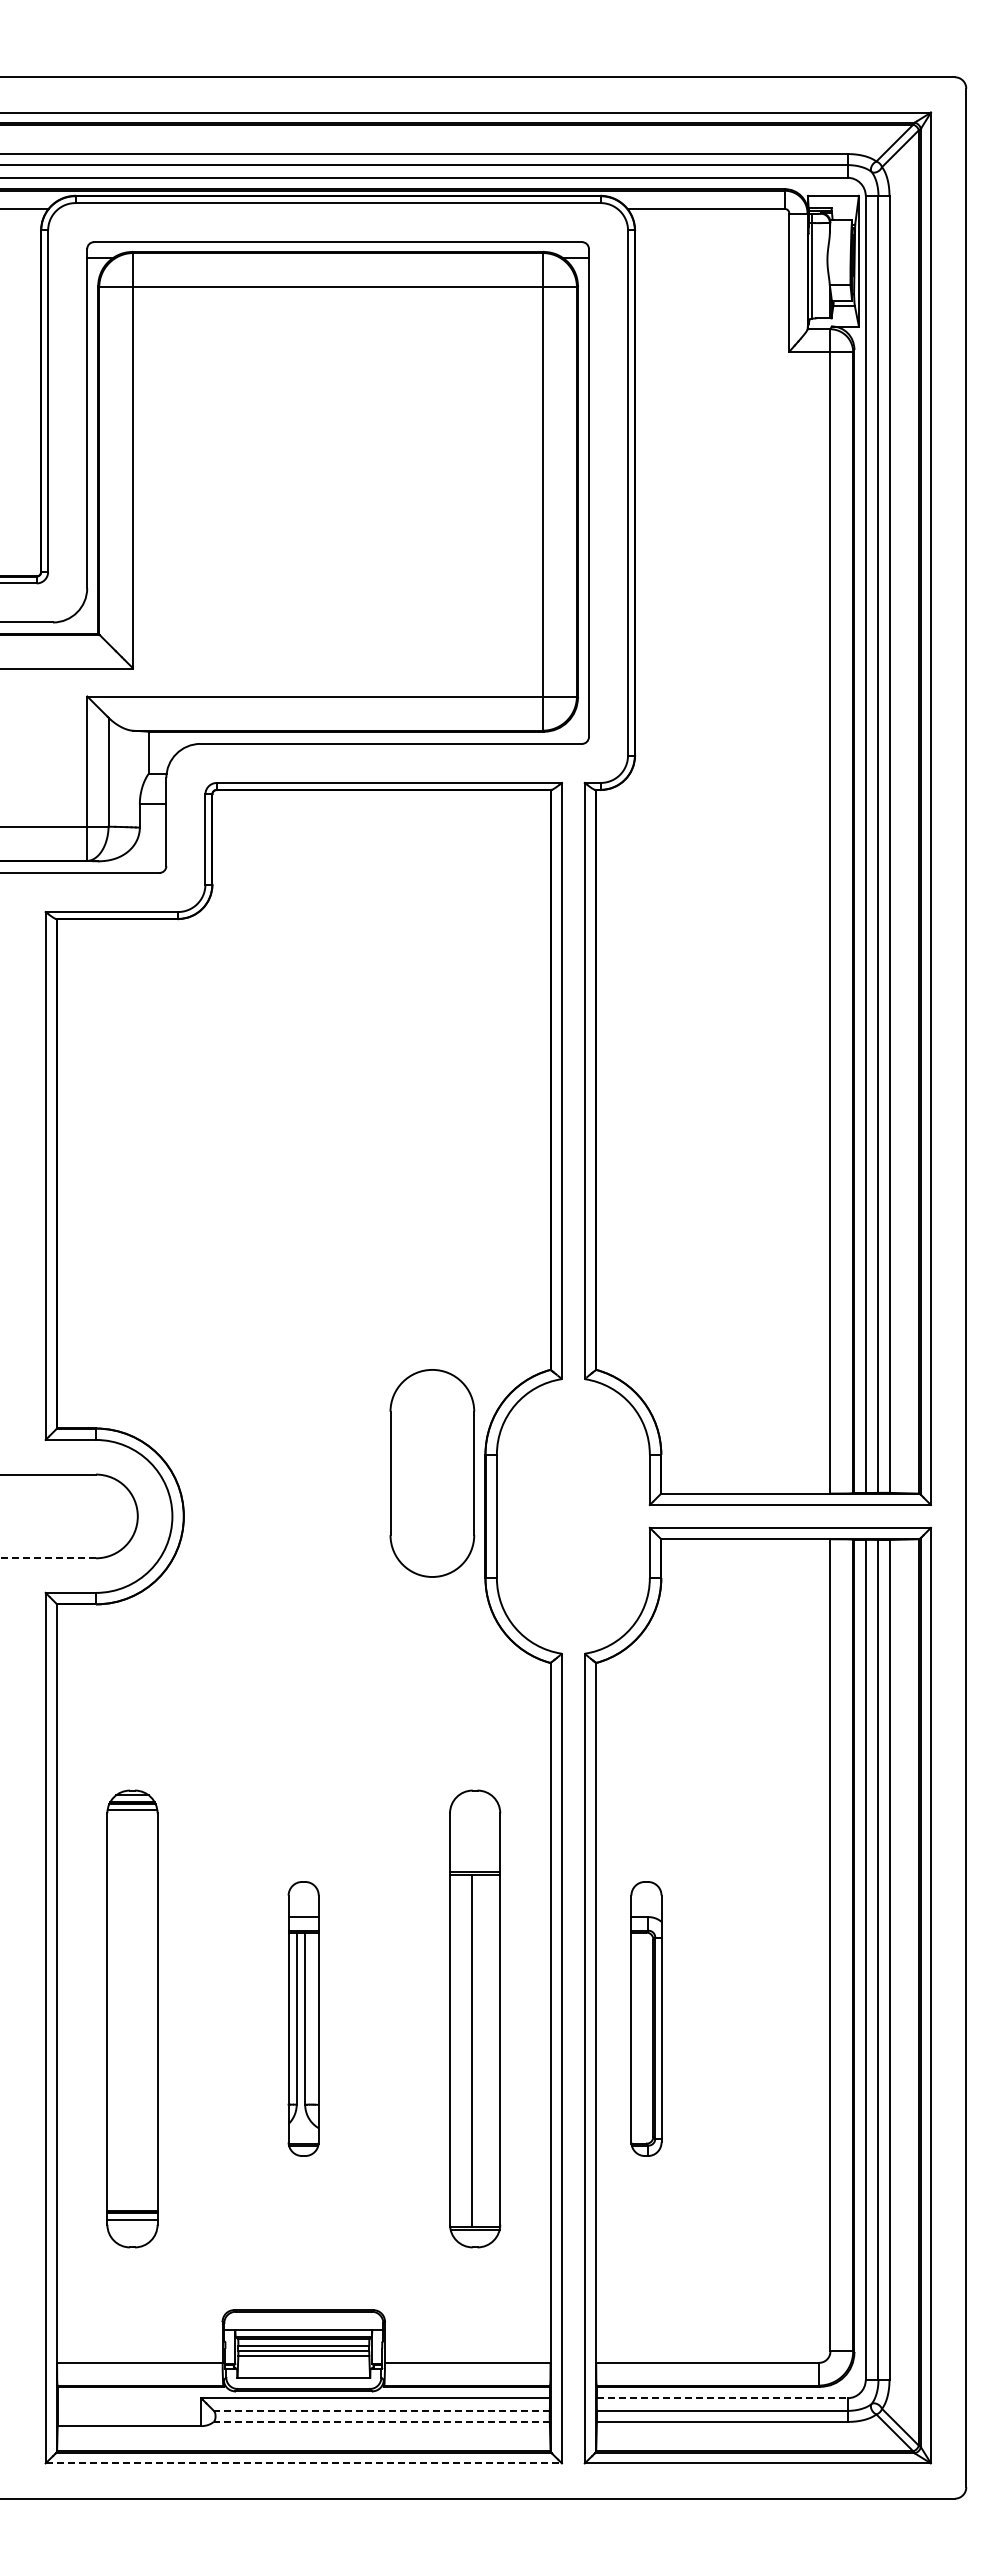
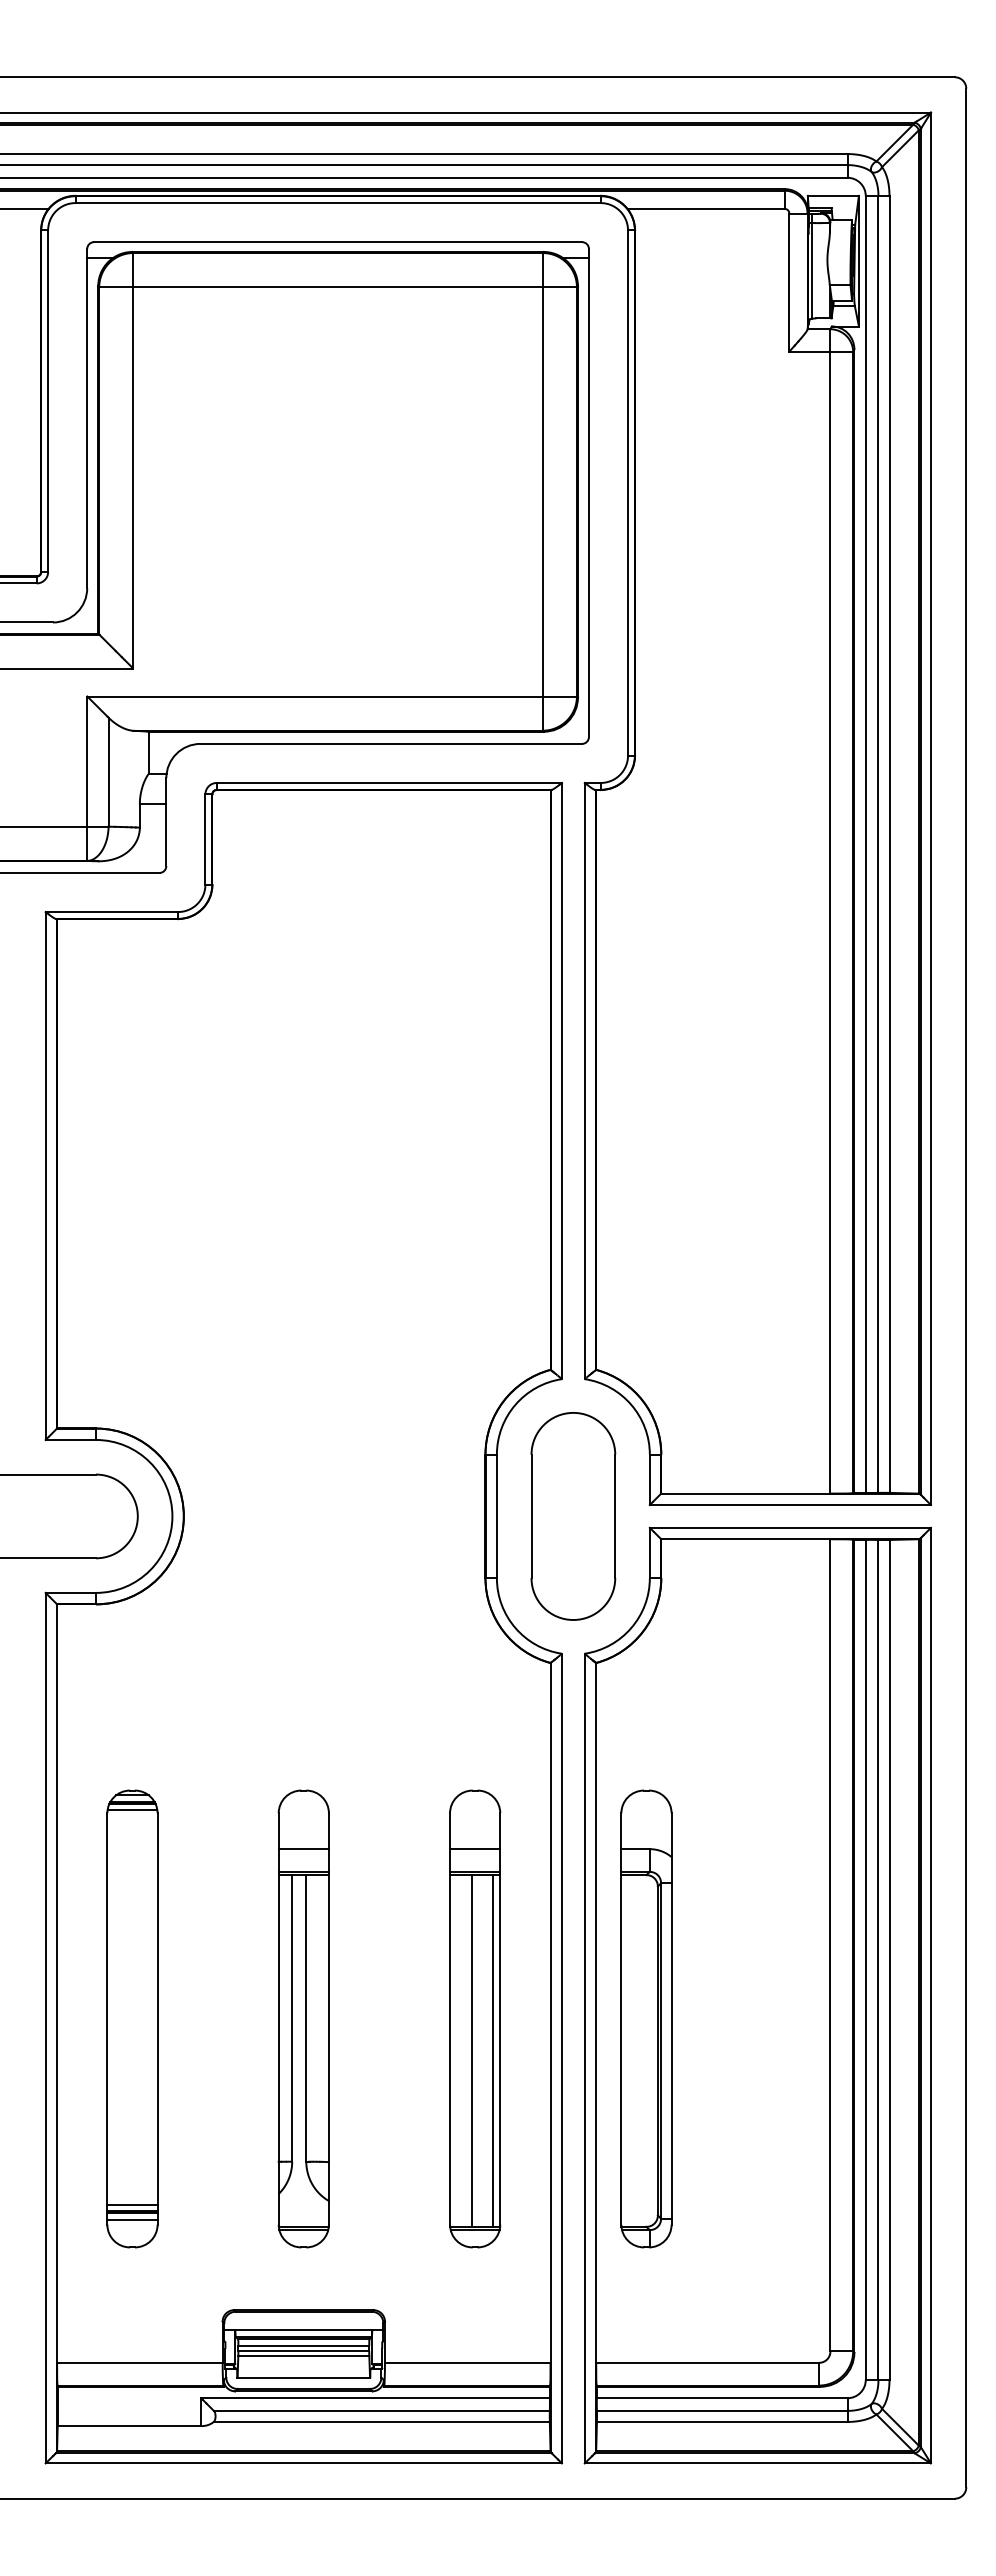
part at (432, 1473) position: (432, 1473) -> (573, 1516)
line at (48, 1558): dashed -> solid
line at (475, 1849): none -> present
part at (303, 2018) size: 33x276 px -> 53x460 px
part at (646, 2018) size: 33x276 px -> 53x460 px
line at (493, 2050): none -> present
line at (132, 2205): none -> present
line at (722, 2398): dashed -> solid
line at (381, 2410): dashed -> solid
line at (381, 2421): dashed -> solid
line at (304, 2463): dashed -> solid
